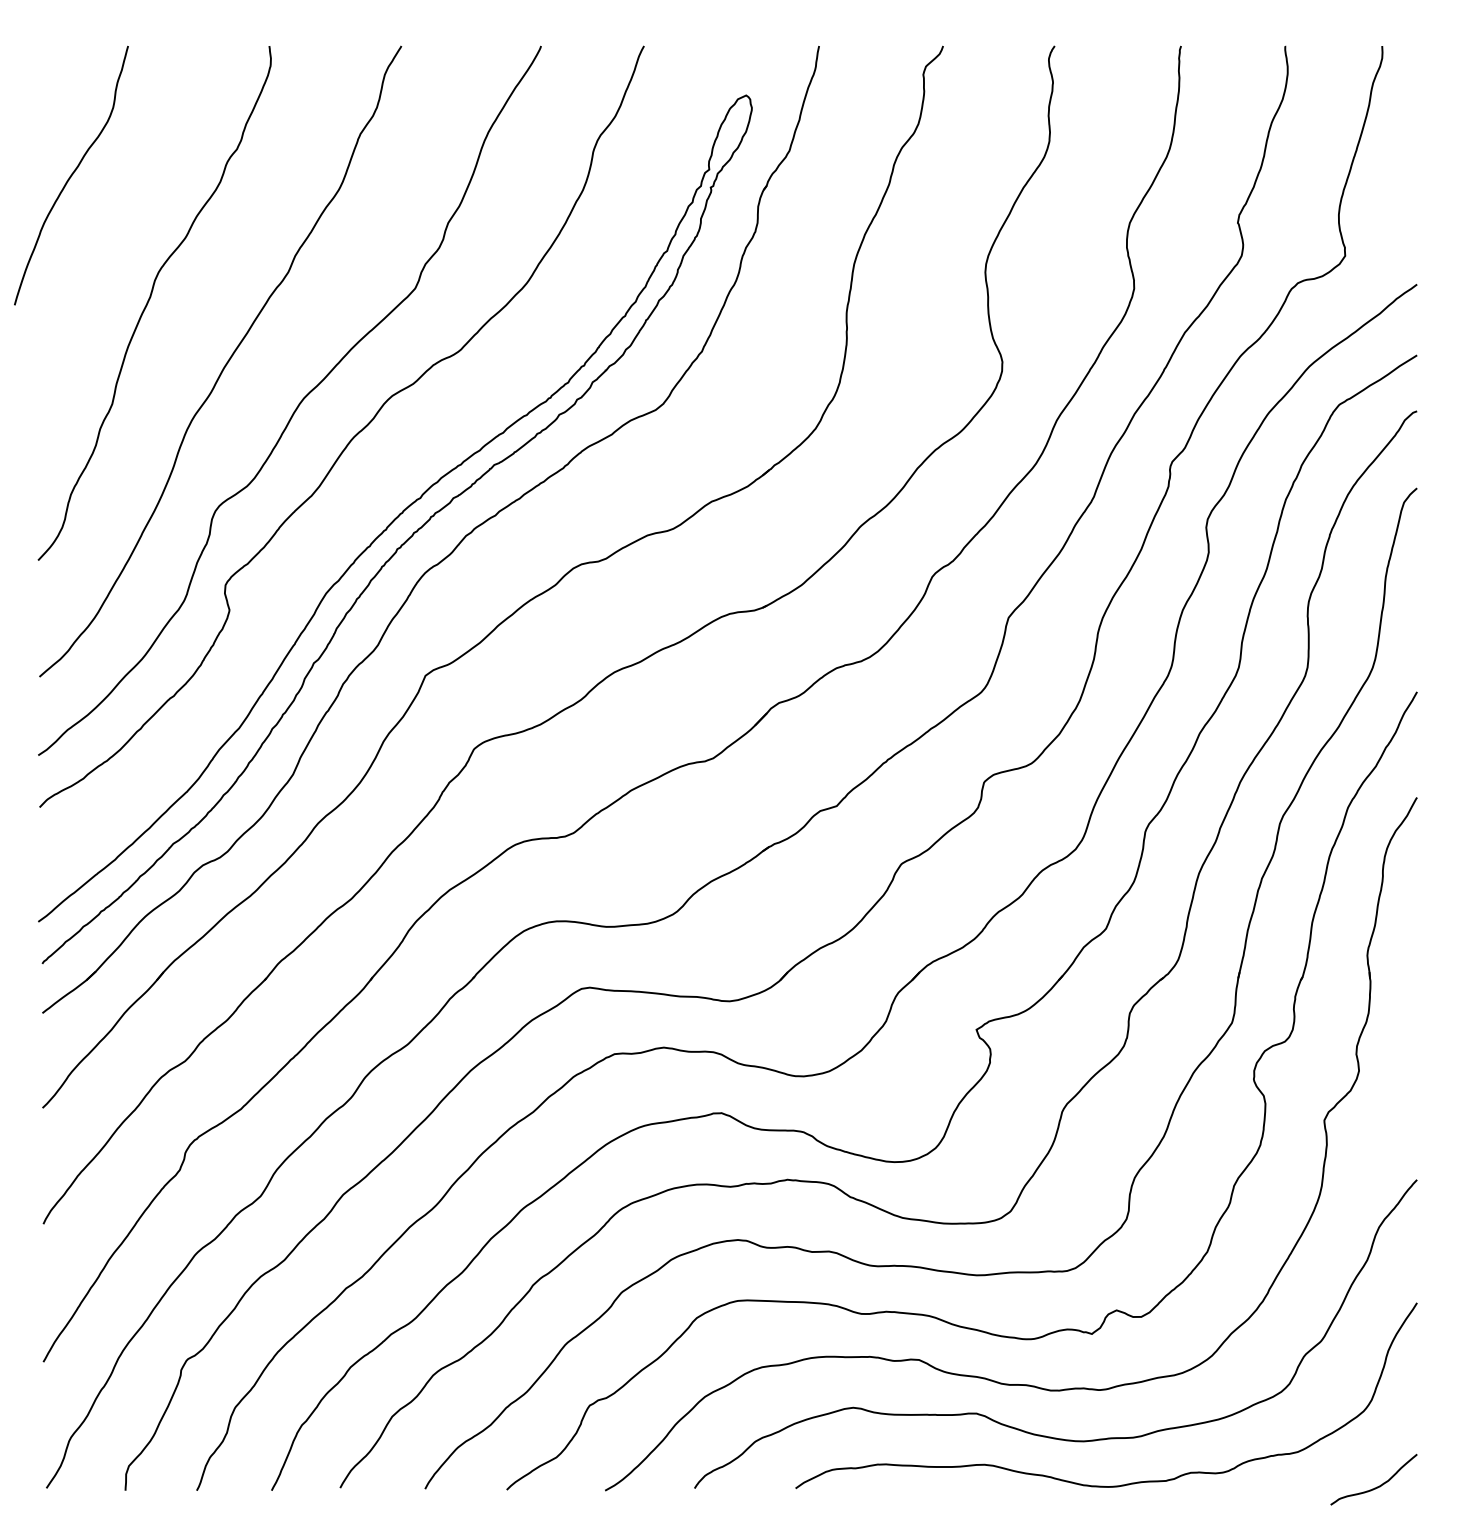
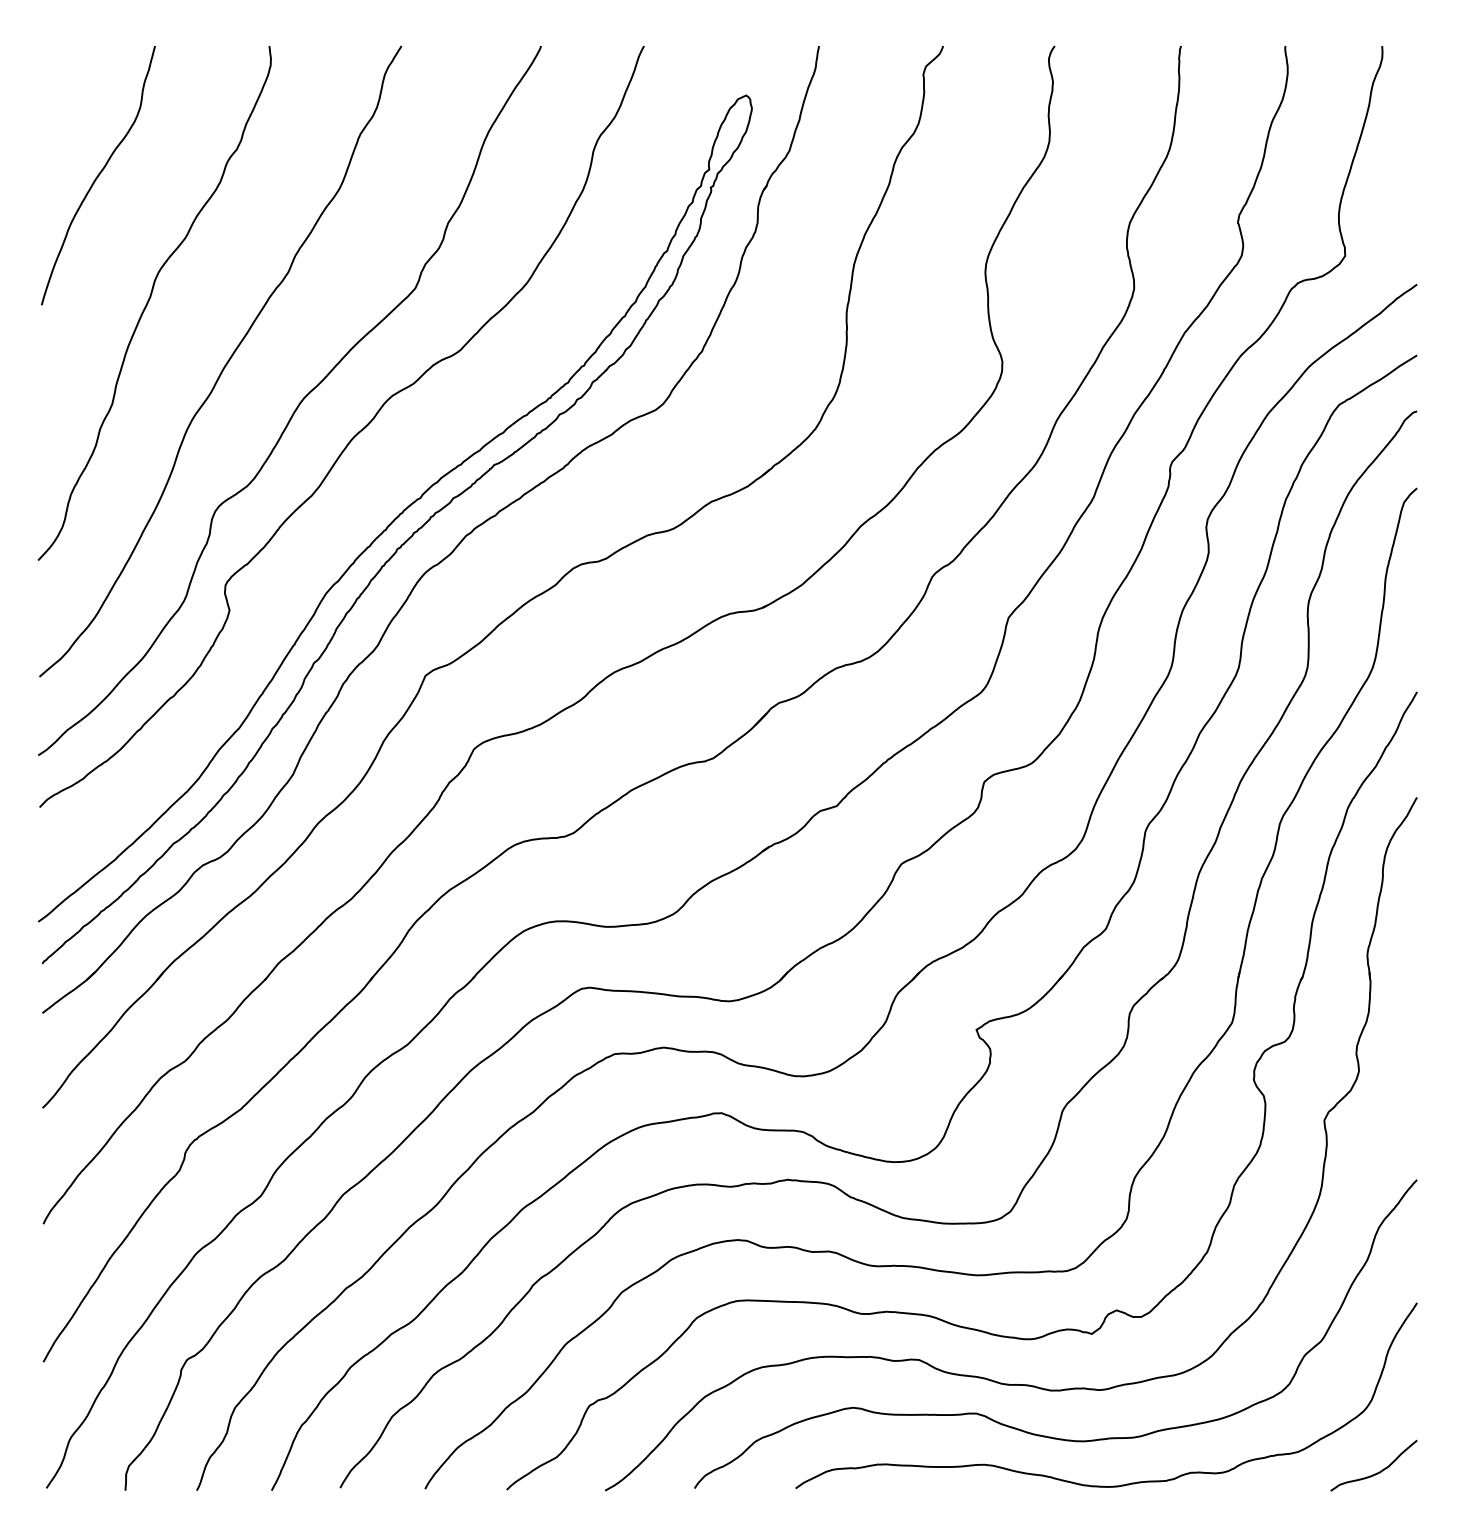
curve at (71, 175) position: (71, 175) -> (98, 175)
curve at (1377, 1486) position: (1377, 1486) -> (1377, 1472)
